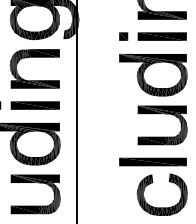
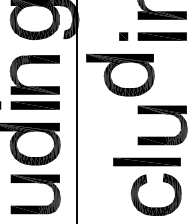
part at (34, 57) position: (34, 57) -> (34, 63)
part at (153, 75) position: (153, 75) -> (120, 75)
part at (153, 186) position: (153, 186) -> (147, 186)
